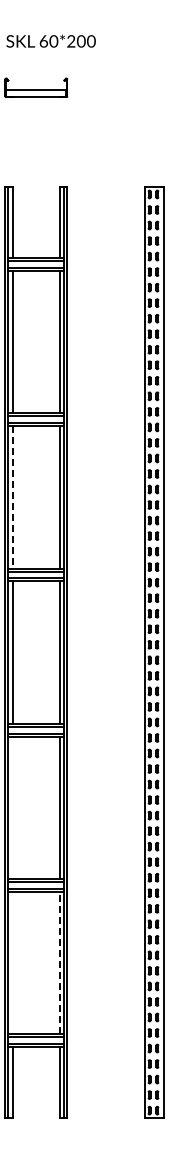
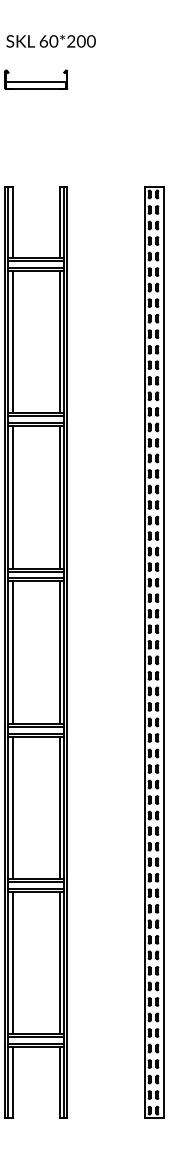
part at (36, 87) position: (36, 87) -> (36, 79)
line at (12, 497): dashed -> solid
line at (12, 807): none -> present
line at (12, 962): none -> present
line at (59, 962): dashed -> solid
